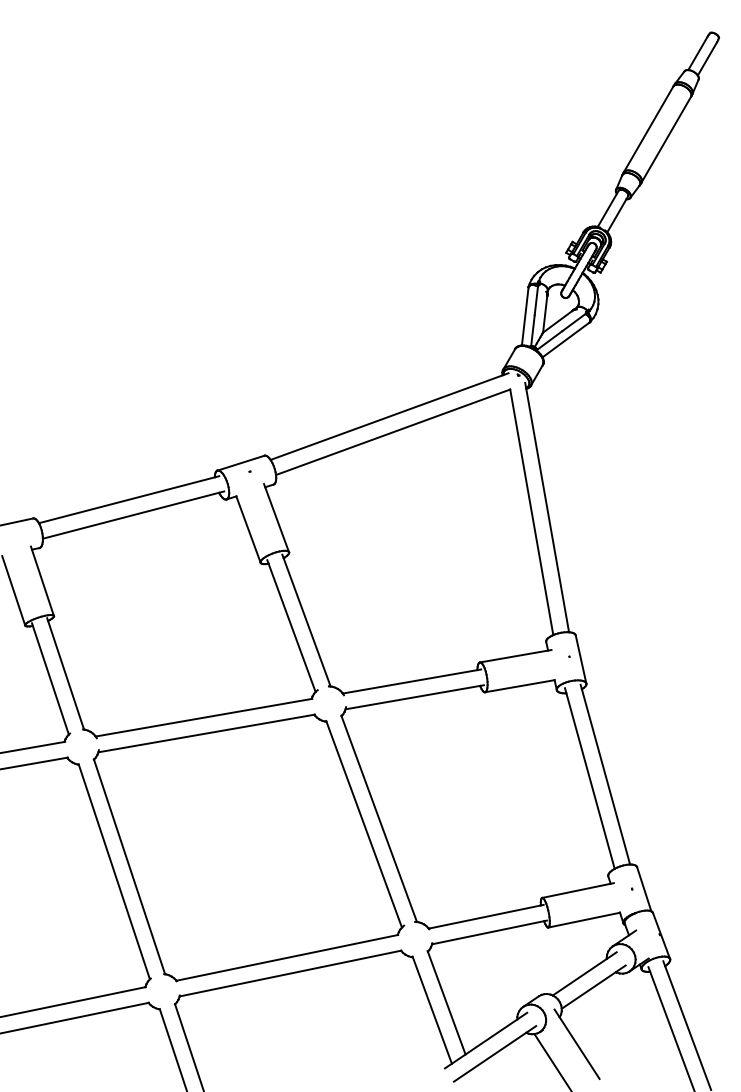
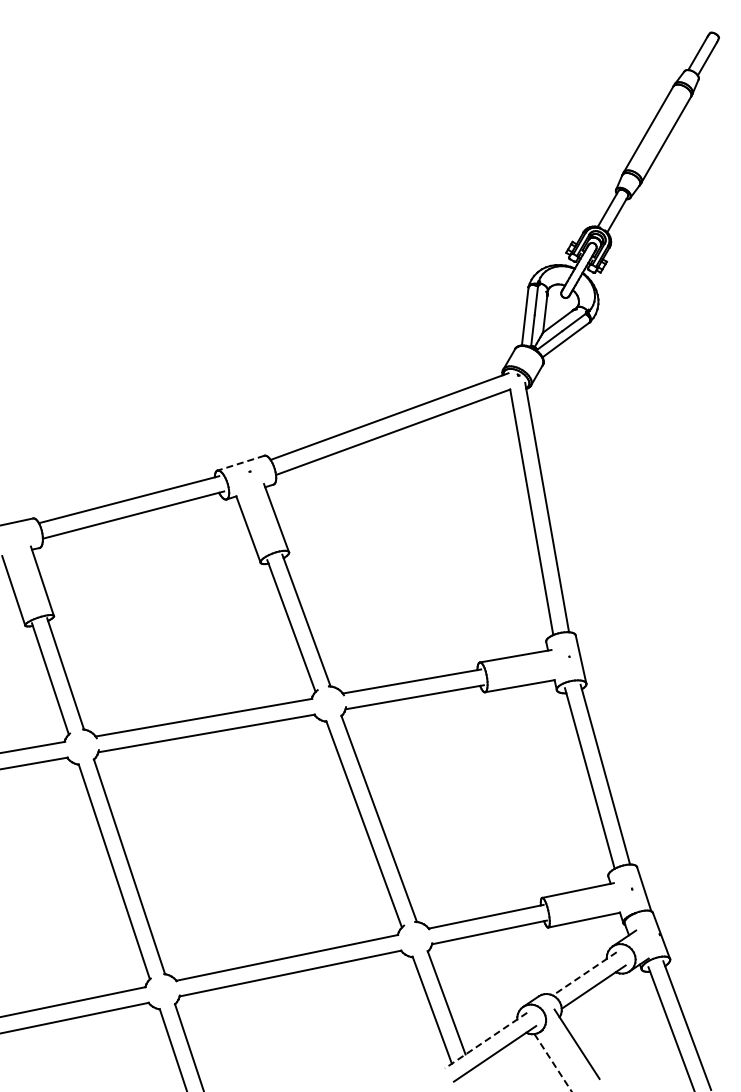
line at (241, 463): solid -> dashed
line at (584, 973): solid -> dashed
line at (486, 1040): solid -> dashed
line at (553, 1063): solid -> dashed
